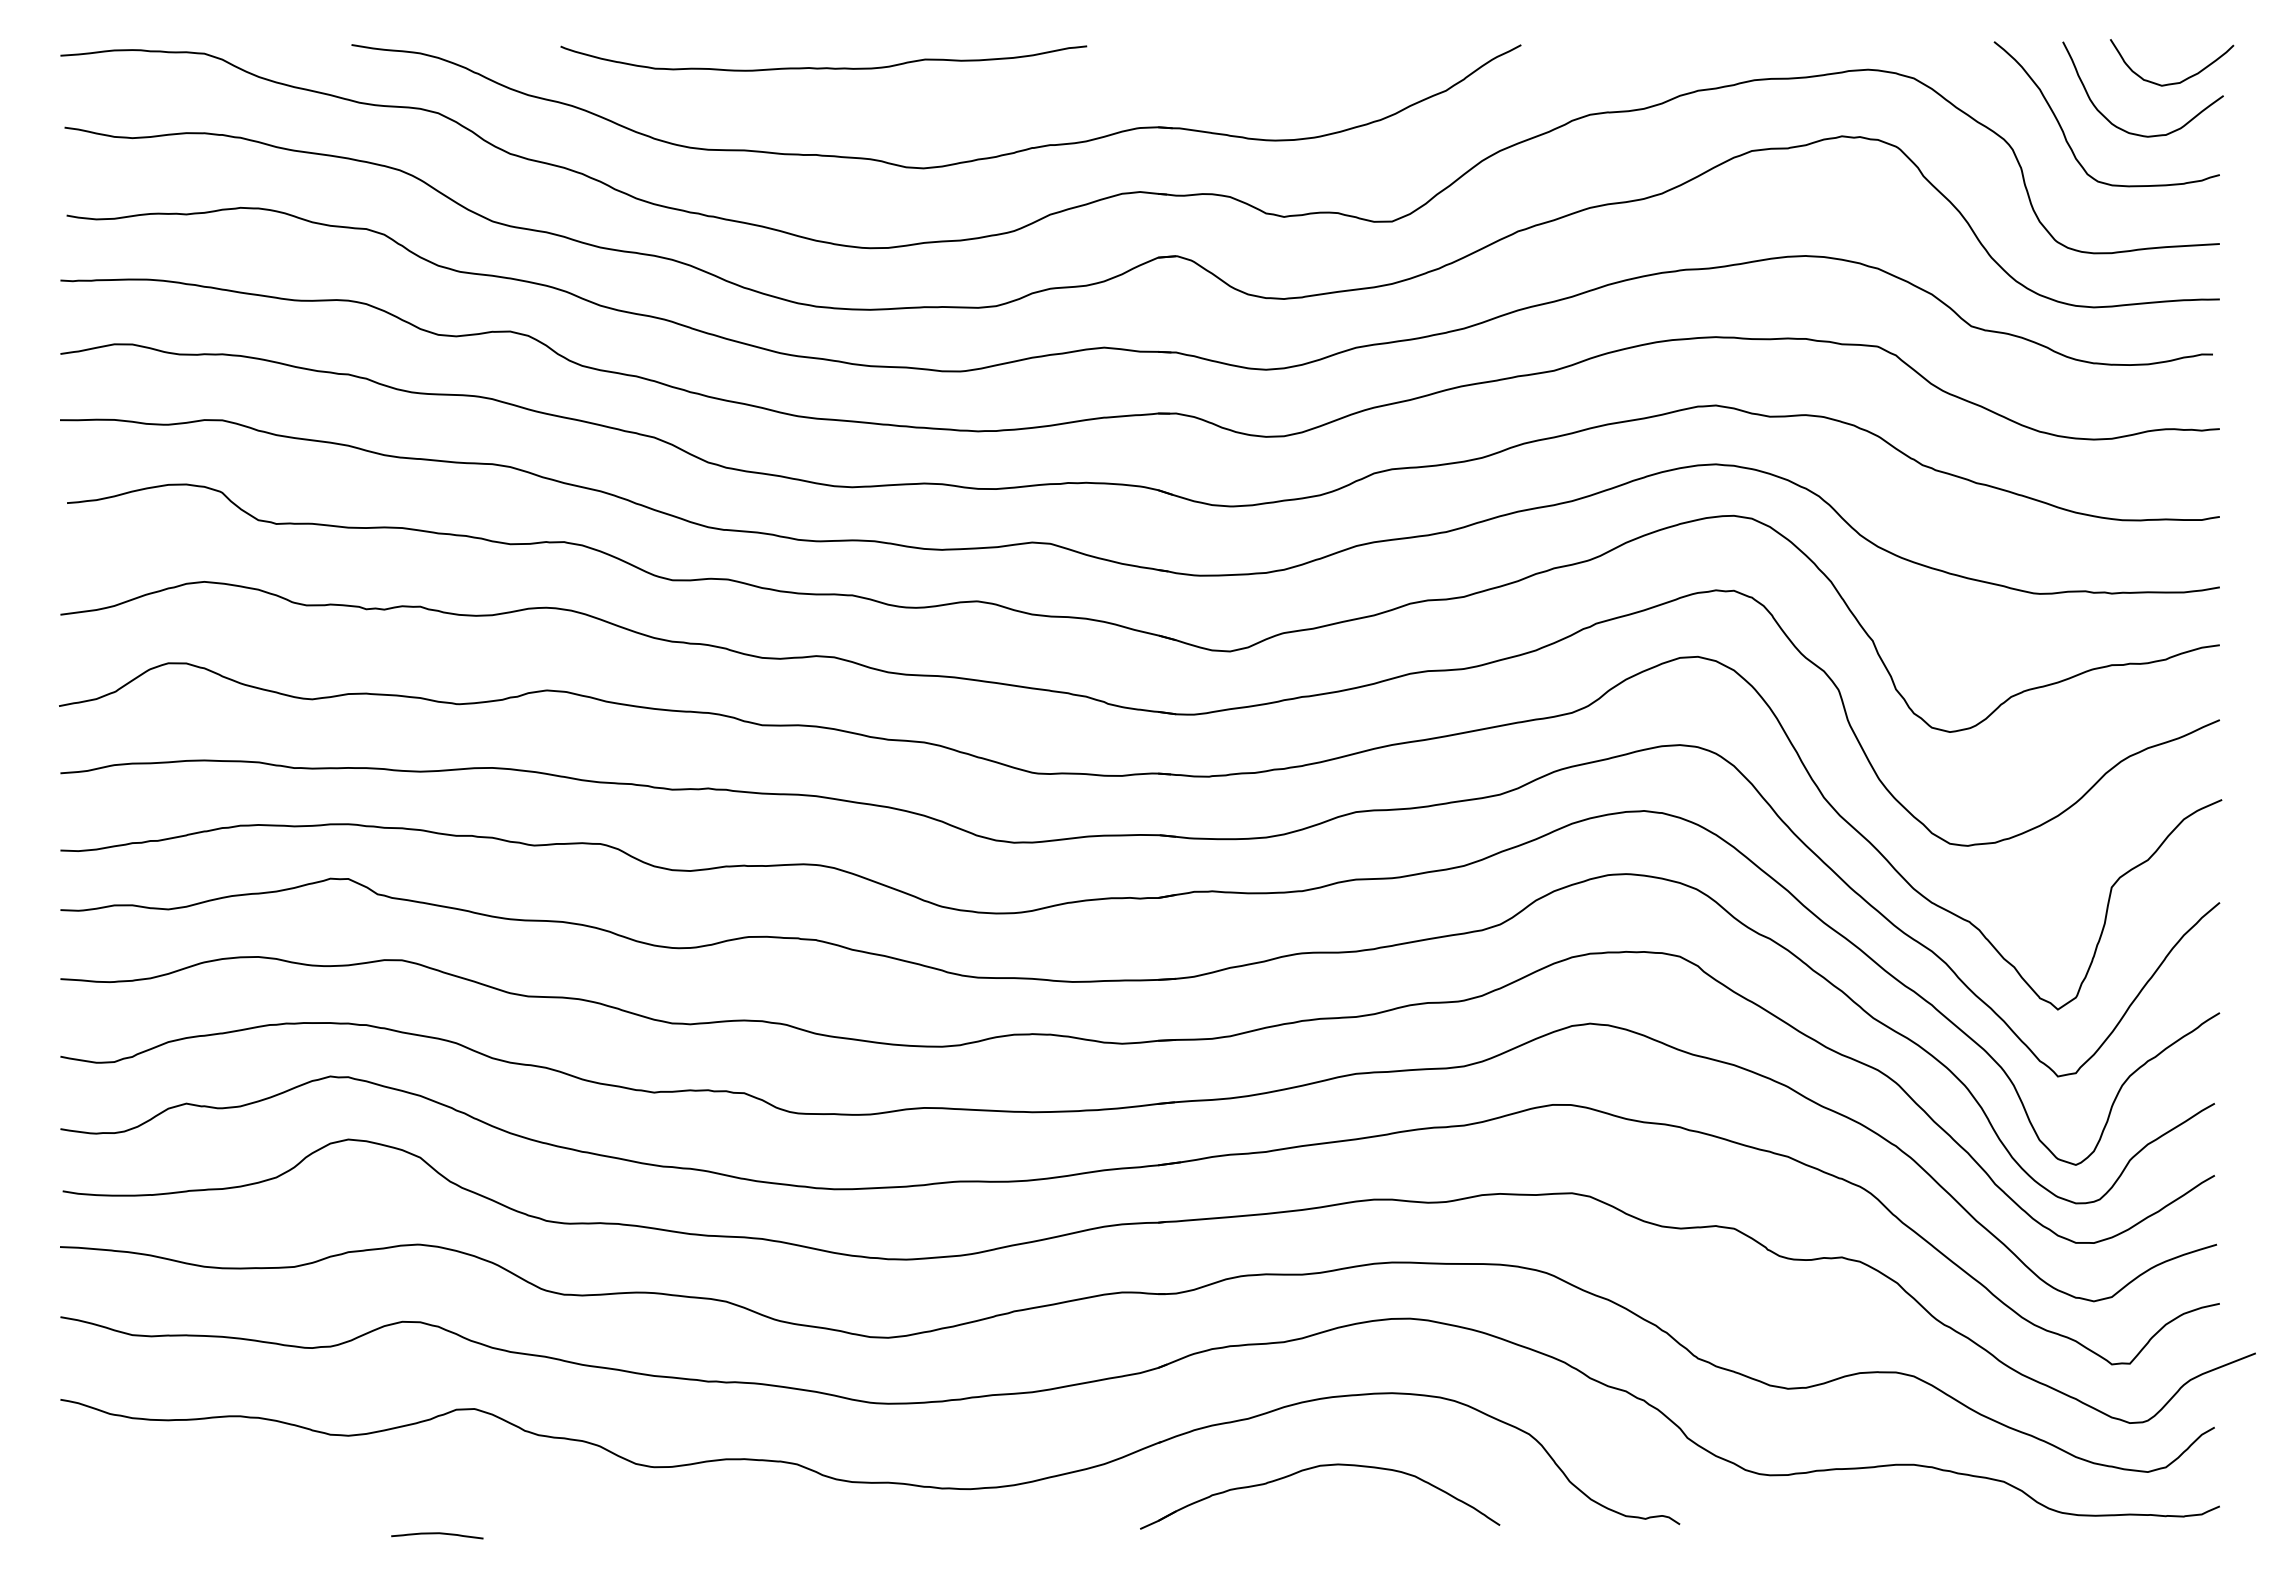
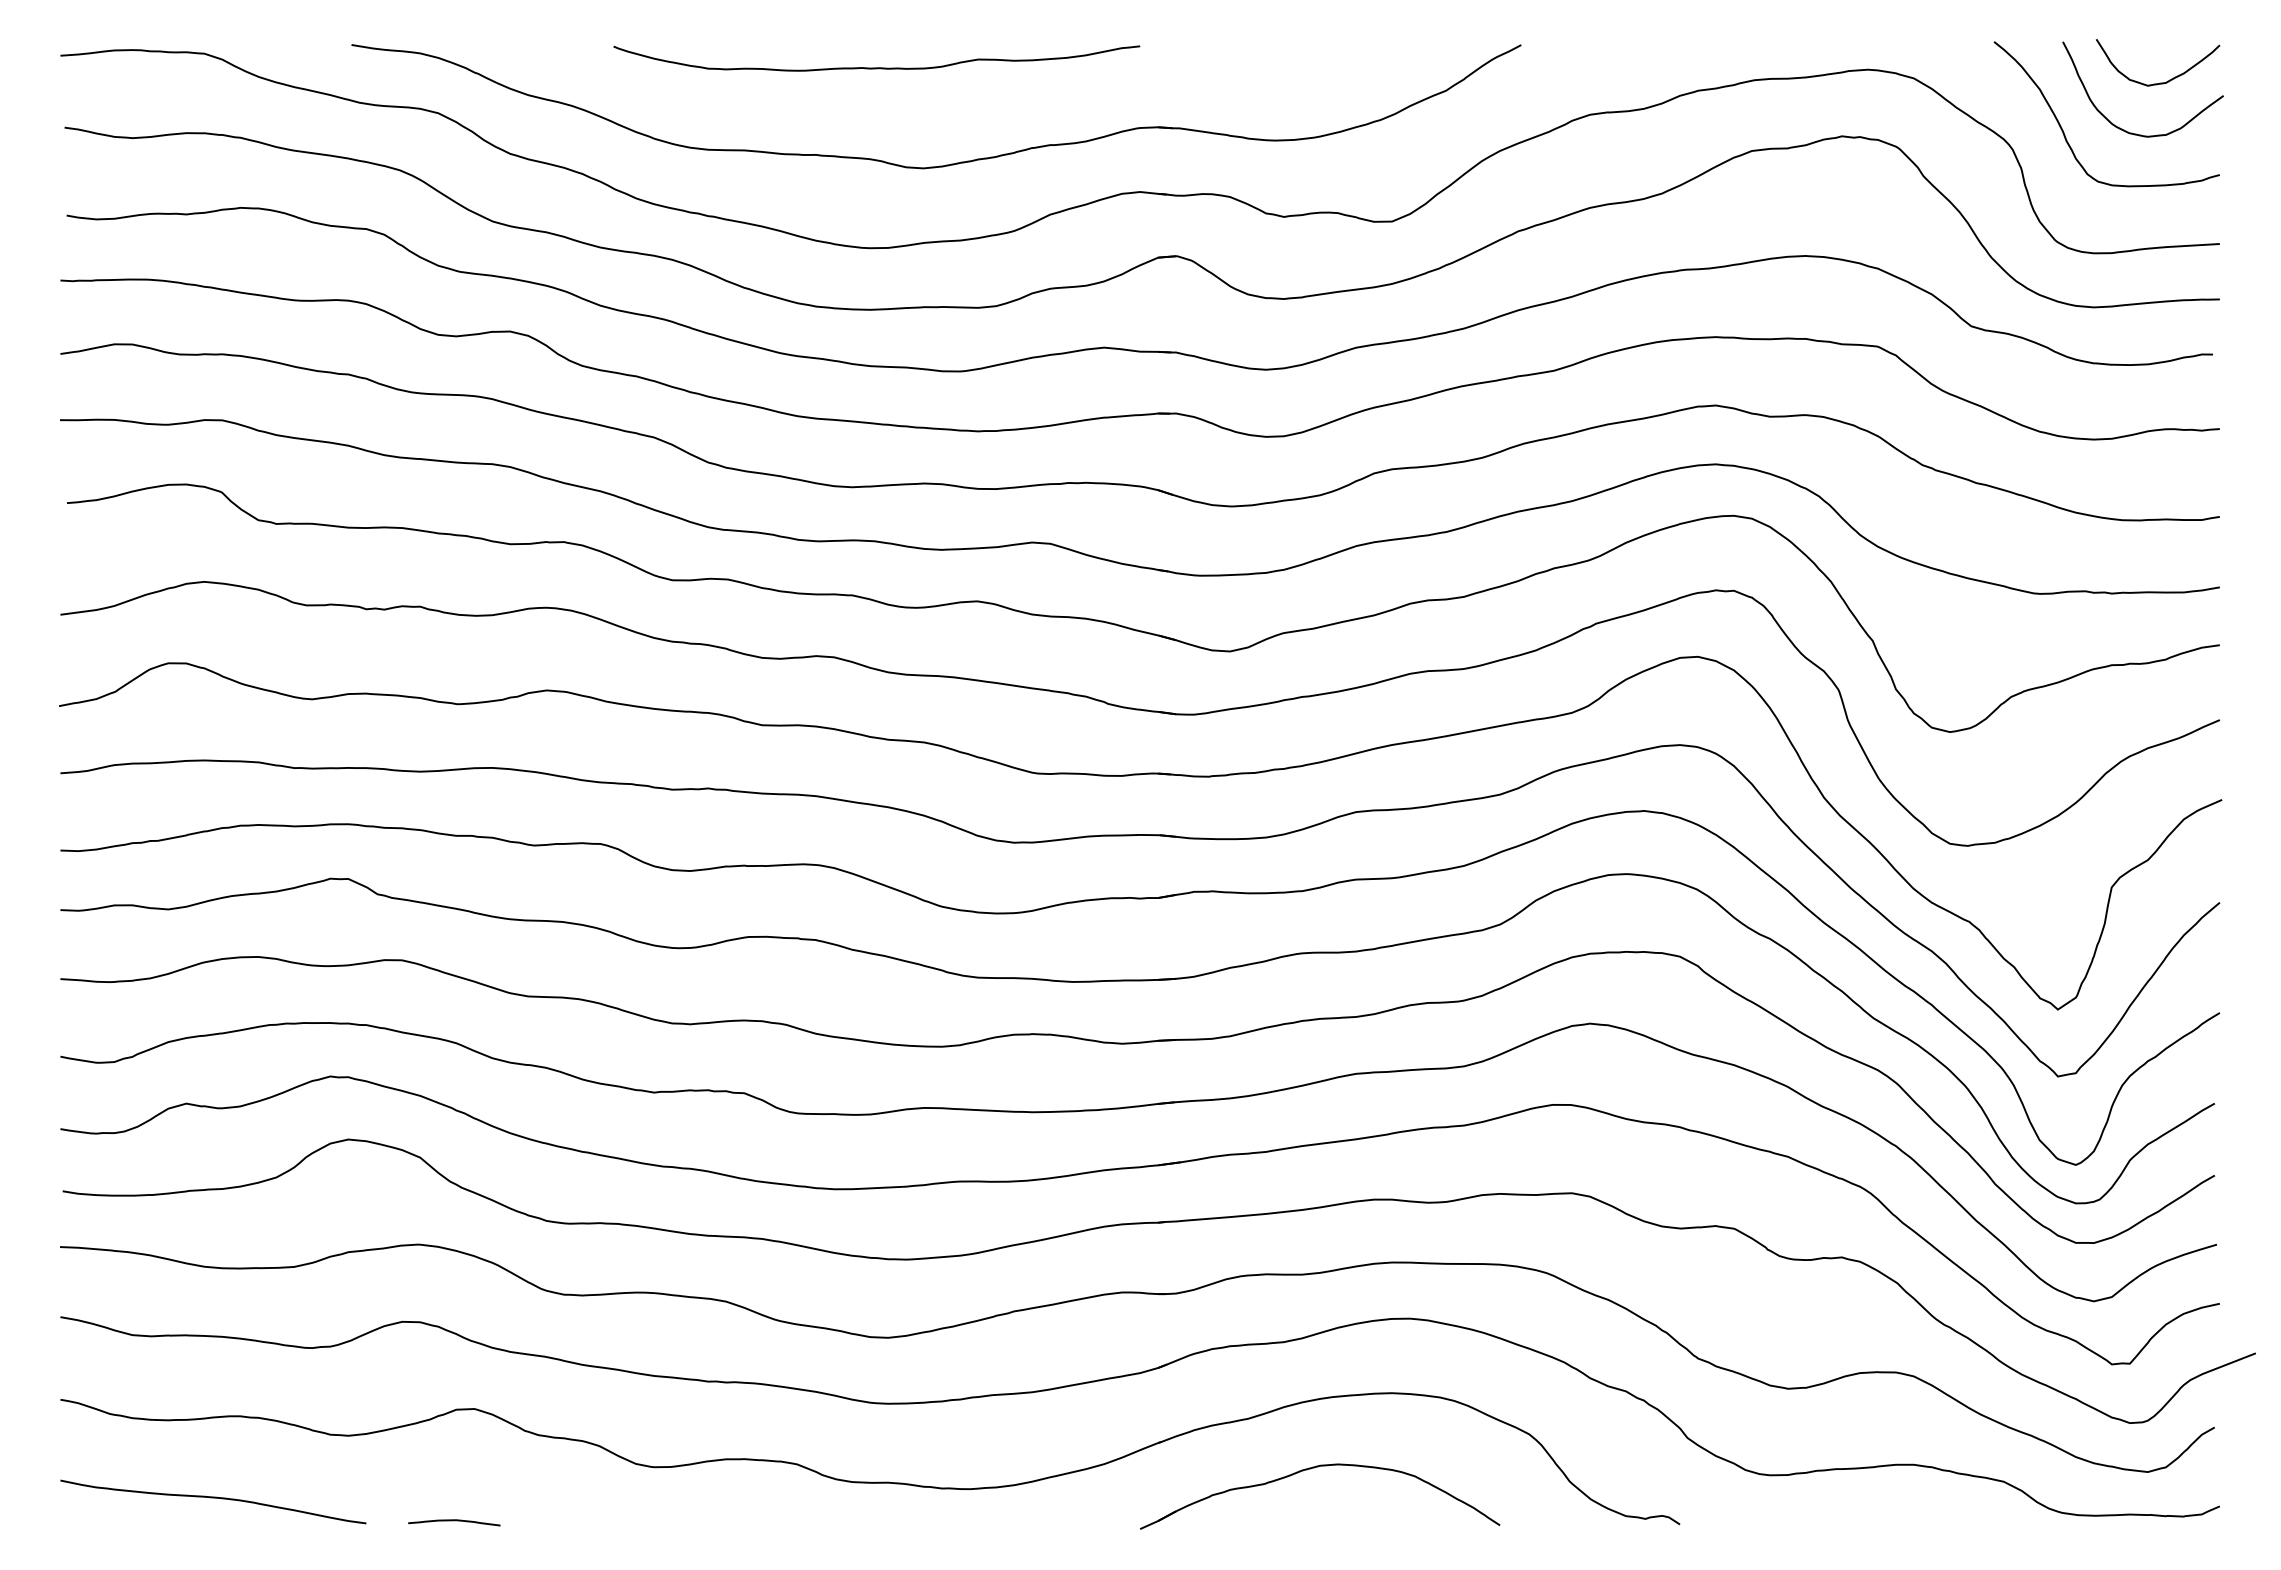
curve at (823, 67) position: (823, 67) -> (876, 67)
curve at (2174, 82) position: (2174, 82) -> (2160, 82)
curve at (213, 1498): none -> present
curve at (437, 1534) position: (437, 1534) -> (454, 1521)
